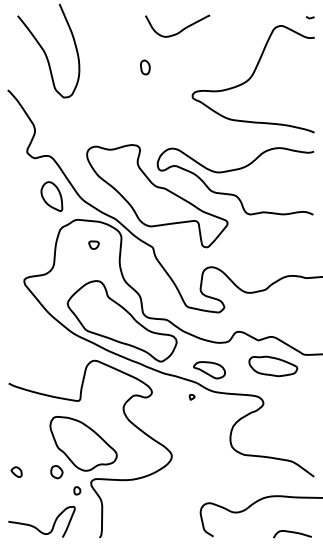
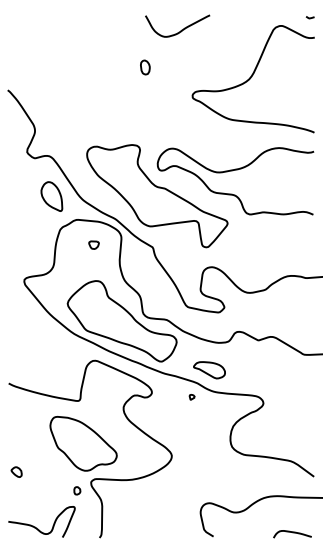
curve at (45, 51): present -> none
part at (273, 366): present -> none
part at (56, 472): present -> none
